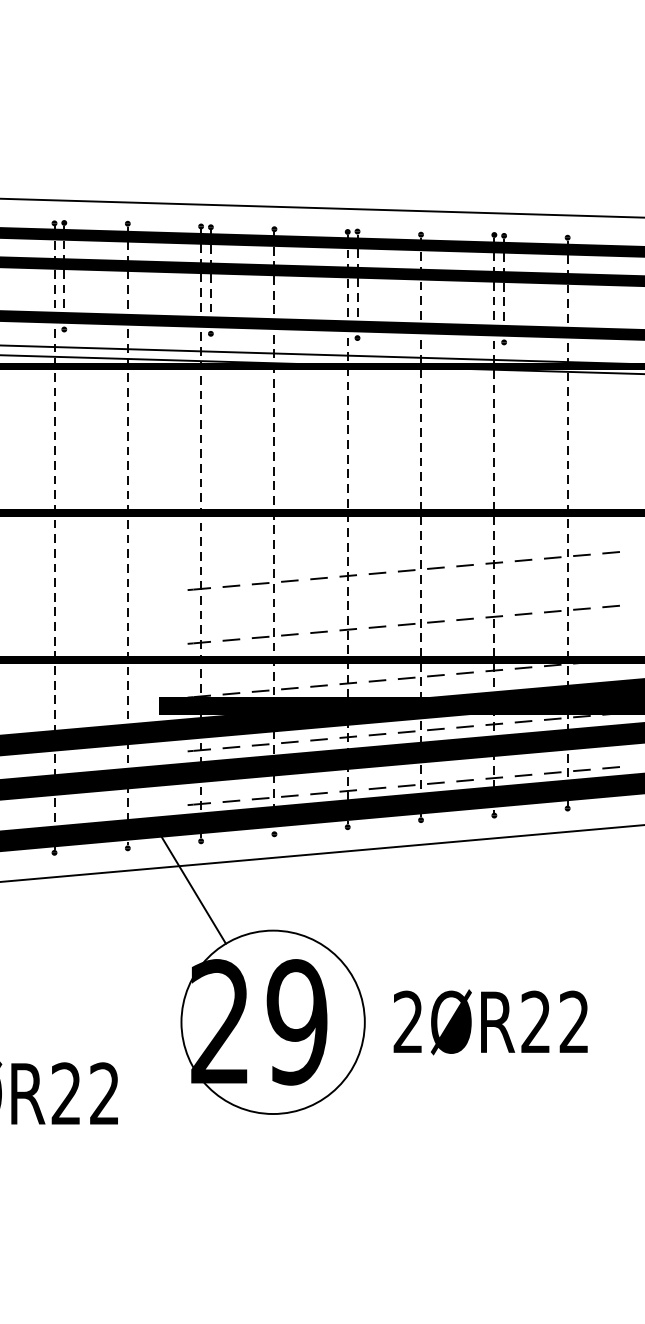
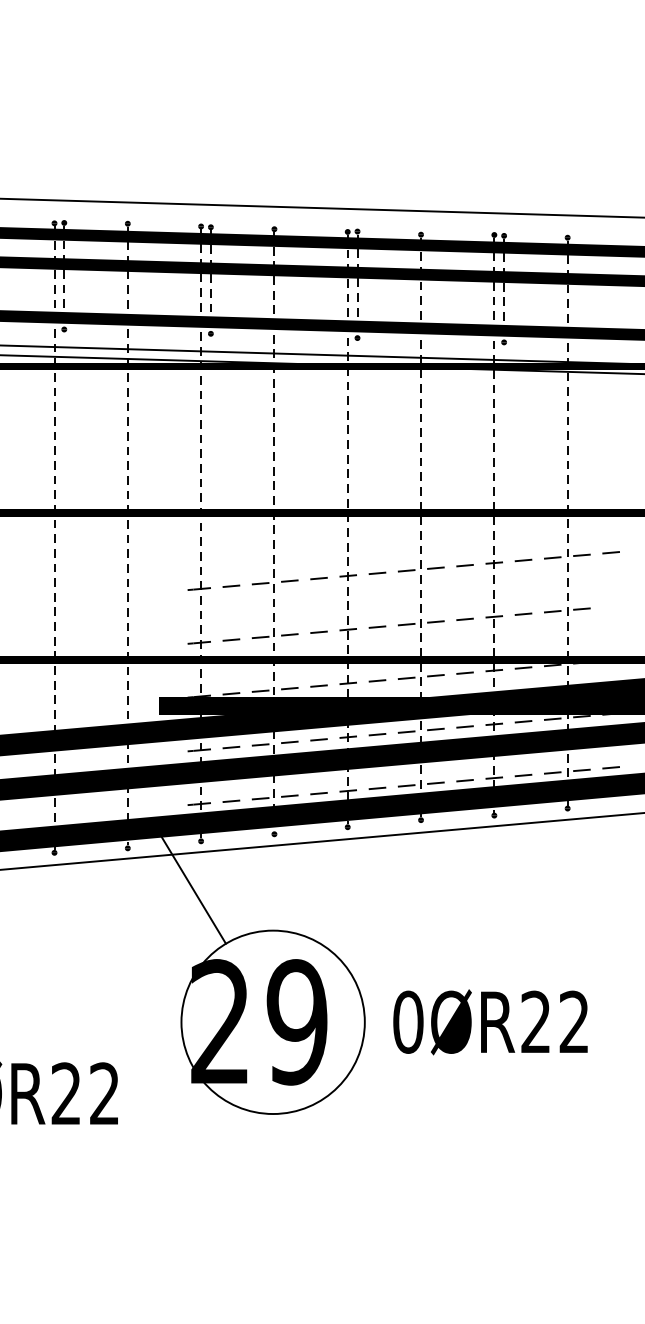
line at (610, 606): present -> none
line at (321, 853) position: (321, 853) -> (321, 841)
text at (408, 1021): 2ØR22 -> 0ØR22
